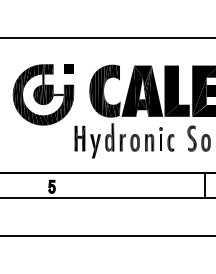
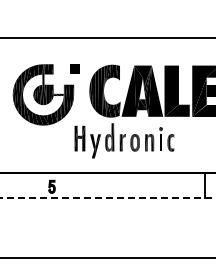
part at (68, 68) position: (68, 68) -> (74, 68)
part at (198, 138): present -> none
line at (107, 198): solid -> dashed
line at (107, 235) position: (107, 235) -> (107, 257)
